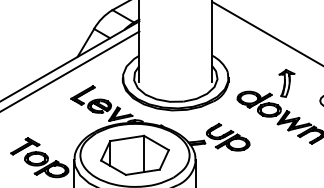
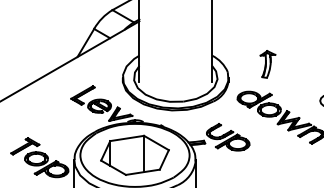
line at (266, 33): present -> none
line at (70, 70): present -> none
part at (286, 83) position: (286, 83) -> (267, 64)
